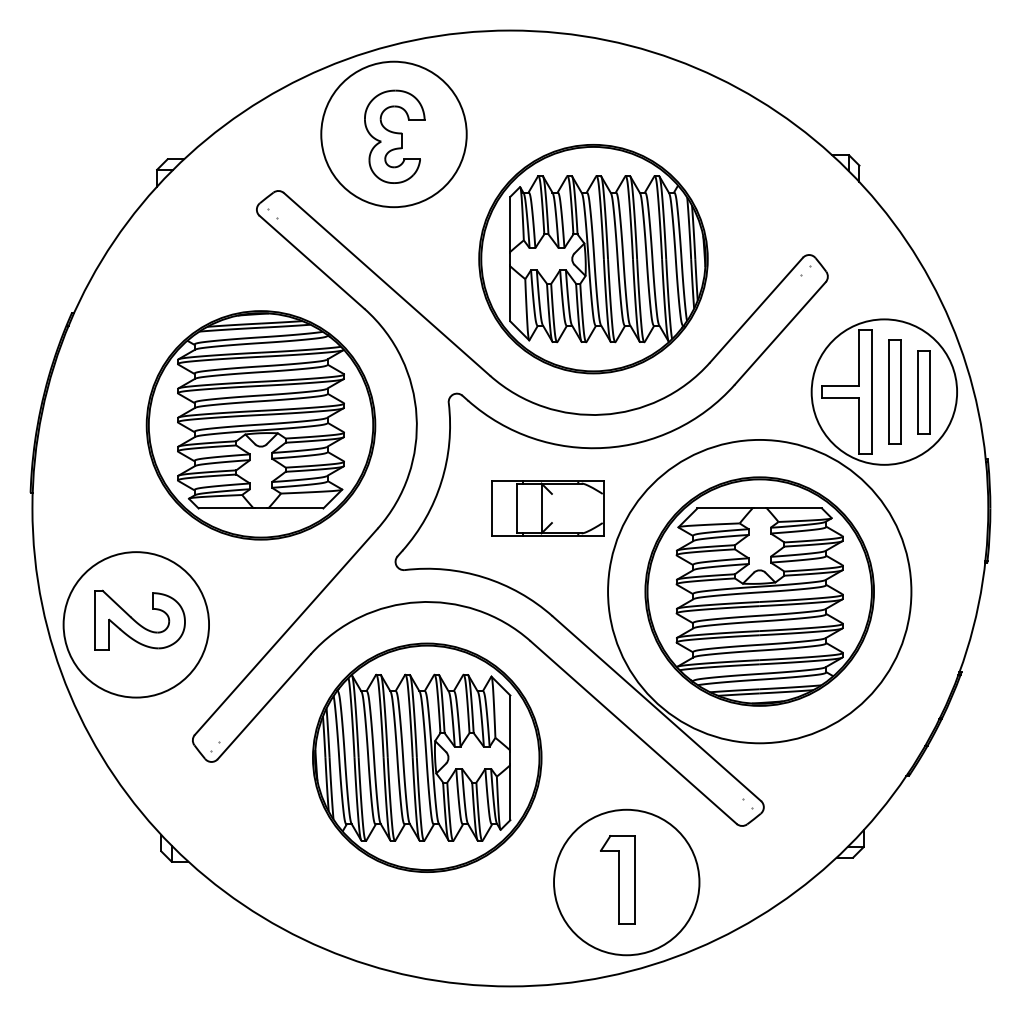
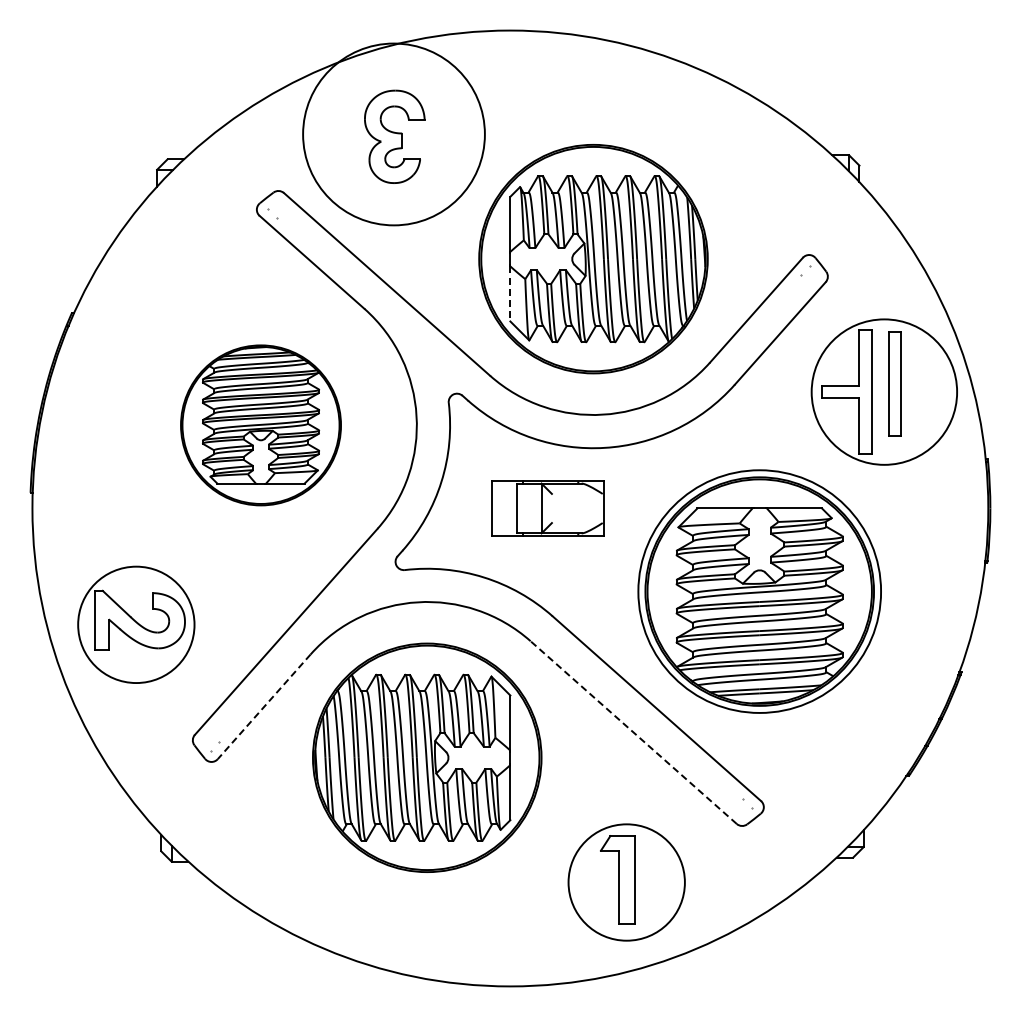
circle at (393, 134) diameter: 145 px -> 182 px
line at (510, 293): solid -> dashed
part at (894, 391) position: (894, 391) -> (894, 383)
part at (923, 392): present -> none
part at (260, 425) size: 232x231 px -> 162x163 px
circle at (759, 591) diameter: 303 px -> 243 px
circle at (136, 624) diameter: 145 px -> 116 px
line at (264, 706): solid -> dashed
line at (633, 732): solid -> dashed
circle at (626, 882) diameter: 145 px -> 116 px
